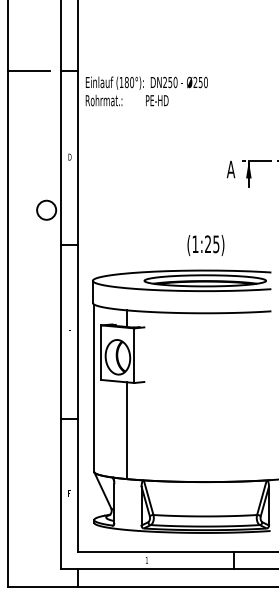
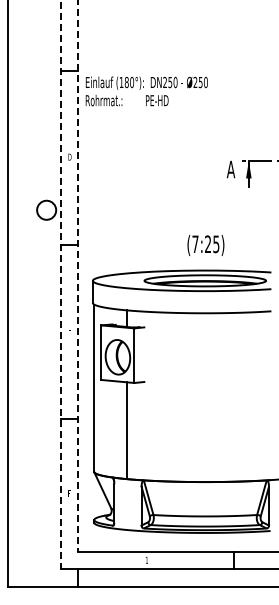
line at (29, 71): present -> none
text at (195, 243): (1:25) -> (7:25)
line at (77, 276): solid -> dashed
line at (60, 284): solid -> dashed
